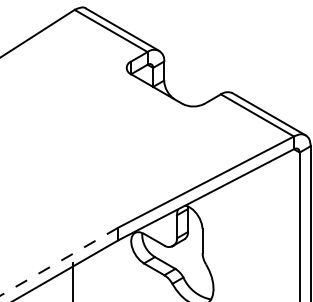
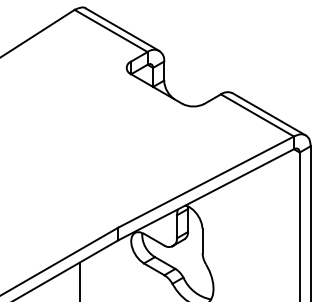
line at (59, 261): dashed -> solid
line at (72, 280) position: (72, 280) -> (79, 280)
